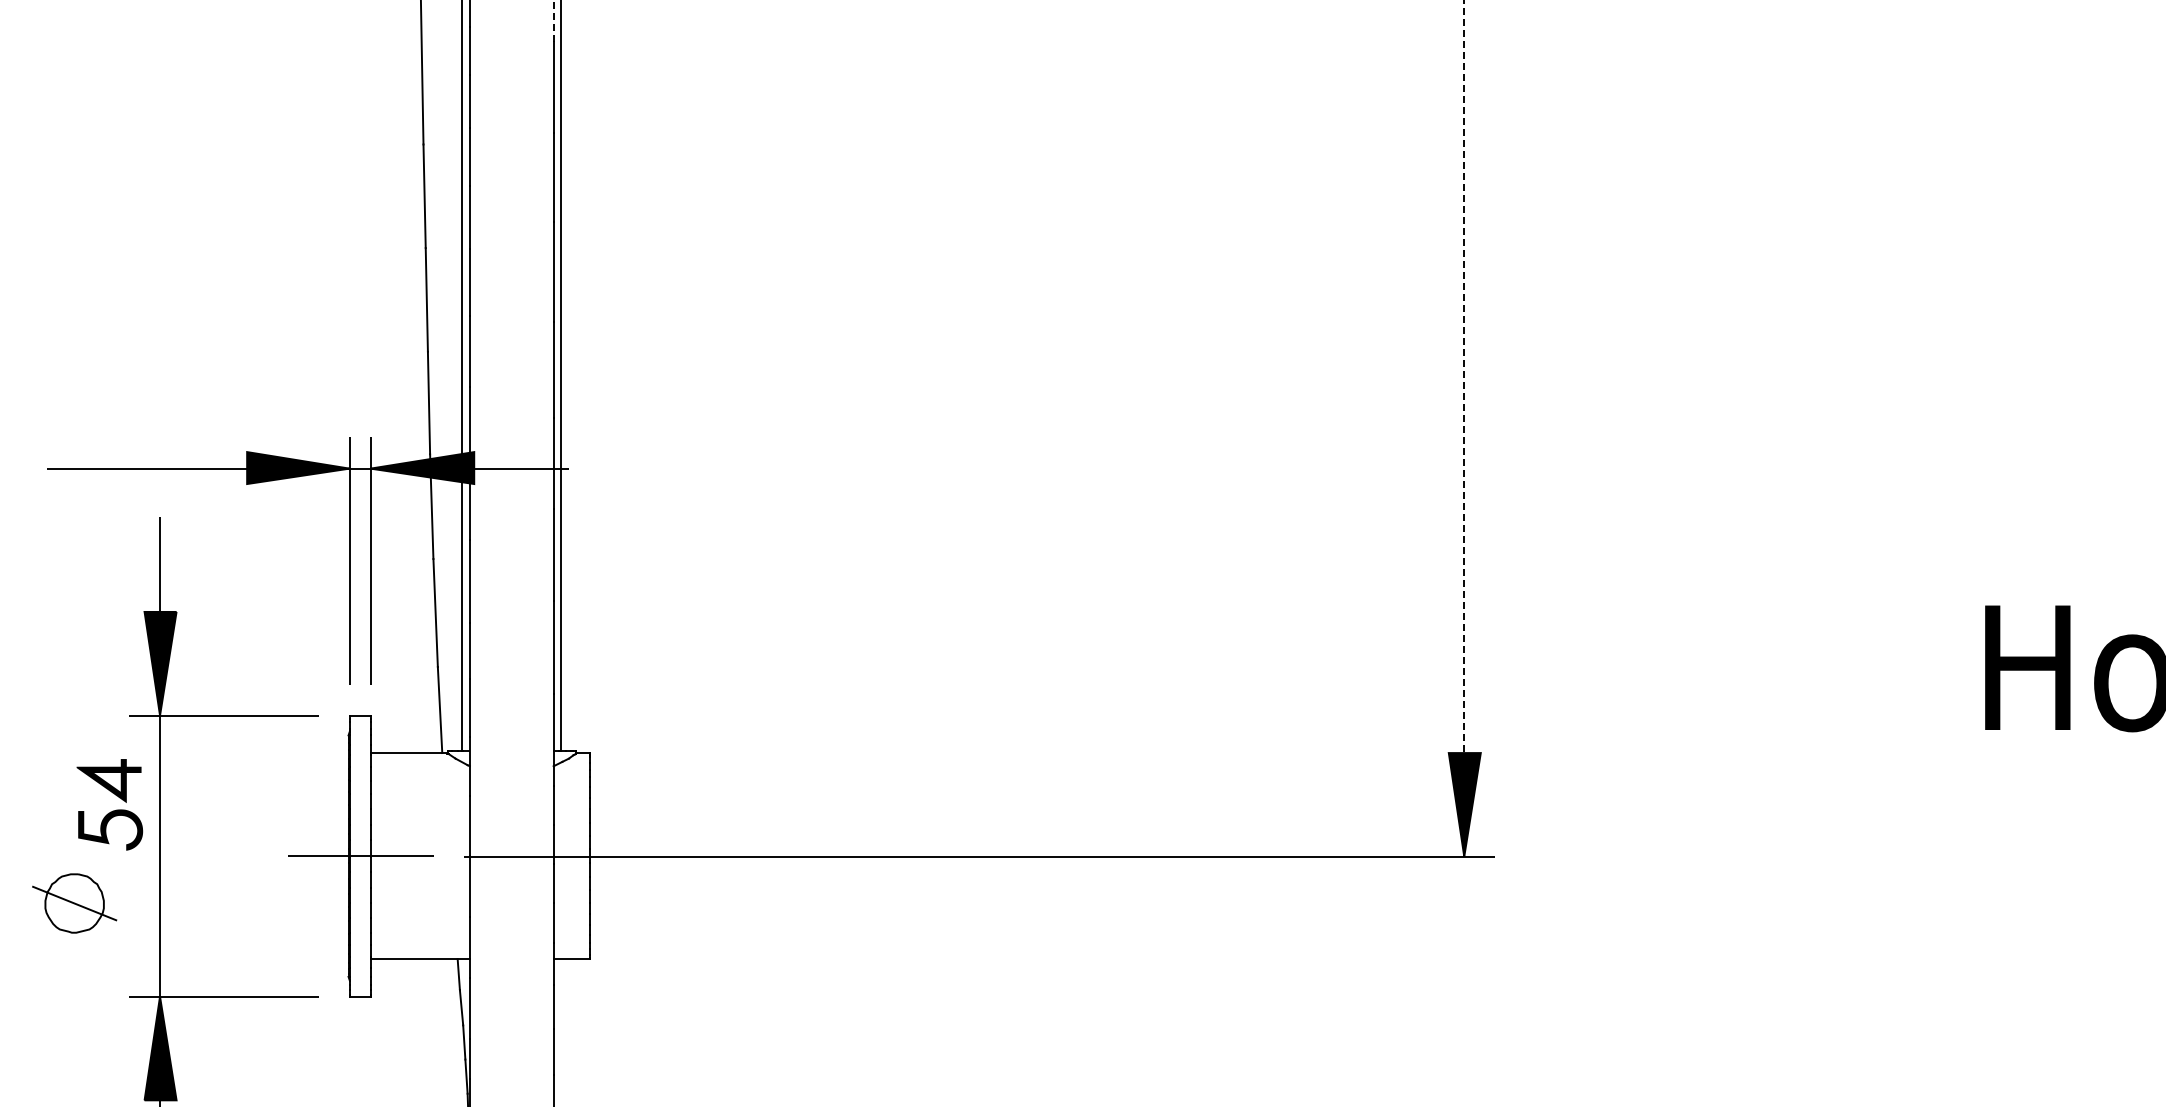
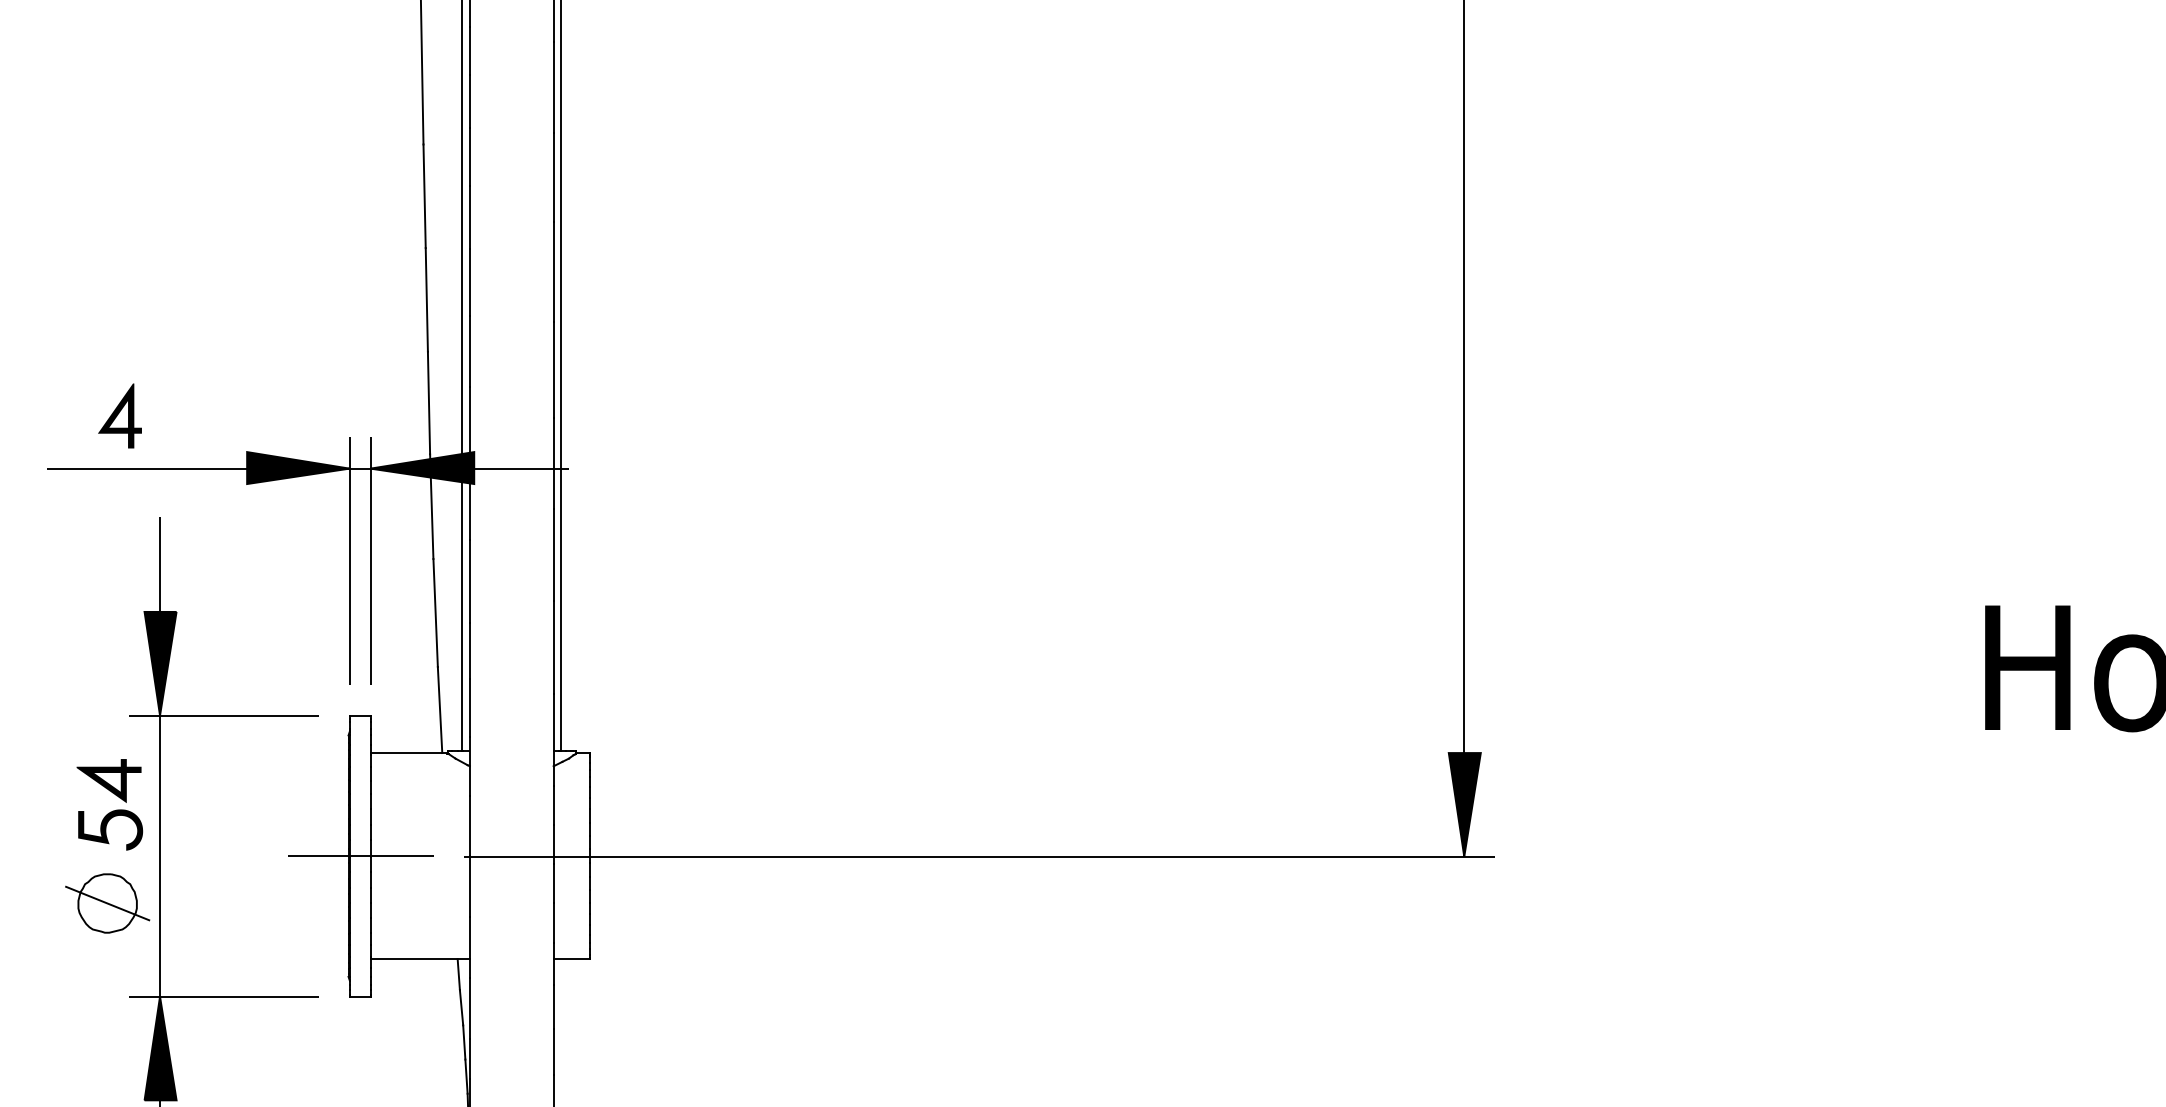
line at (553, 21): dashed -> solid
part at (119, 415): none -> present
line at (1464, 428): dashed -> solid
part at (74, 903) position: (74, 903) -> (107, 903)
